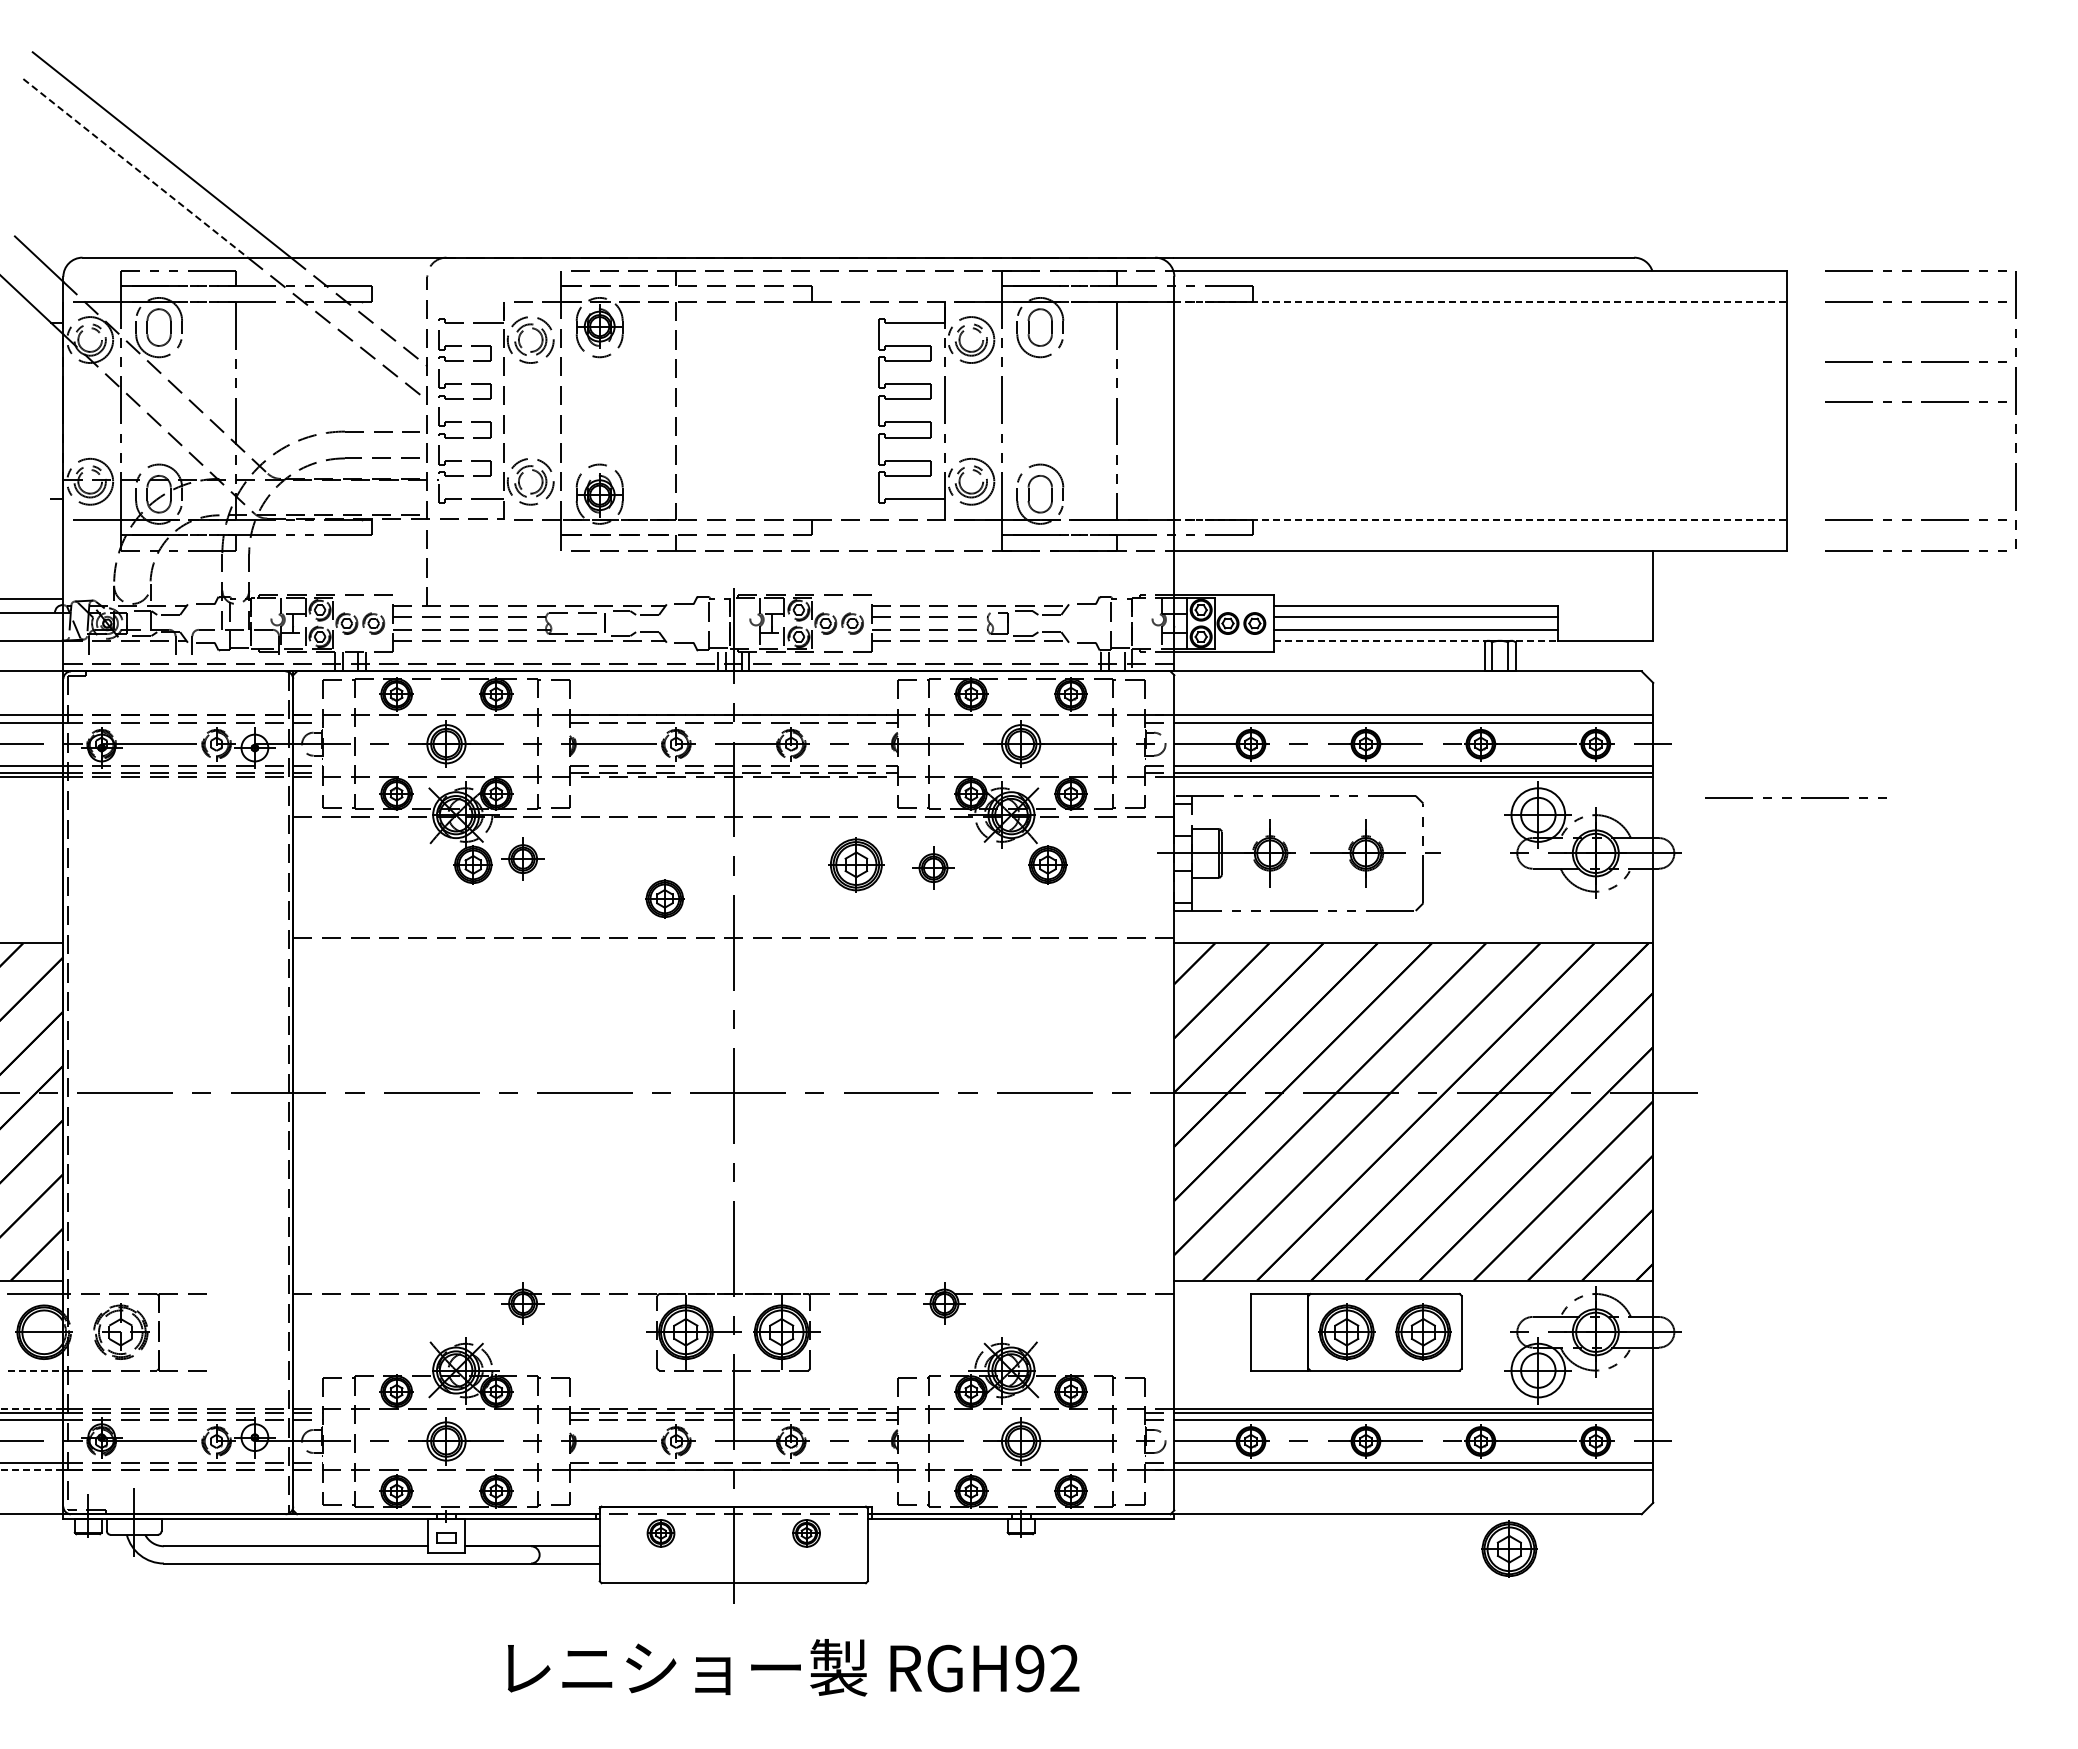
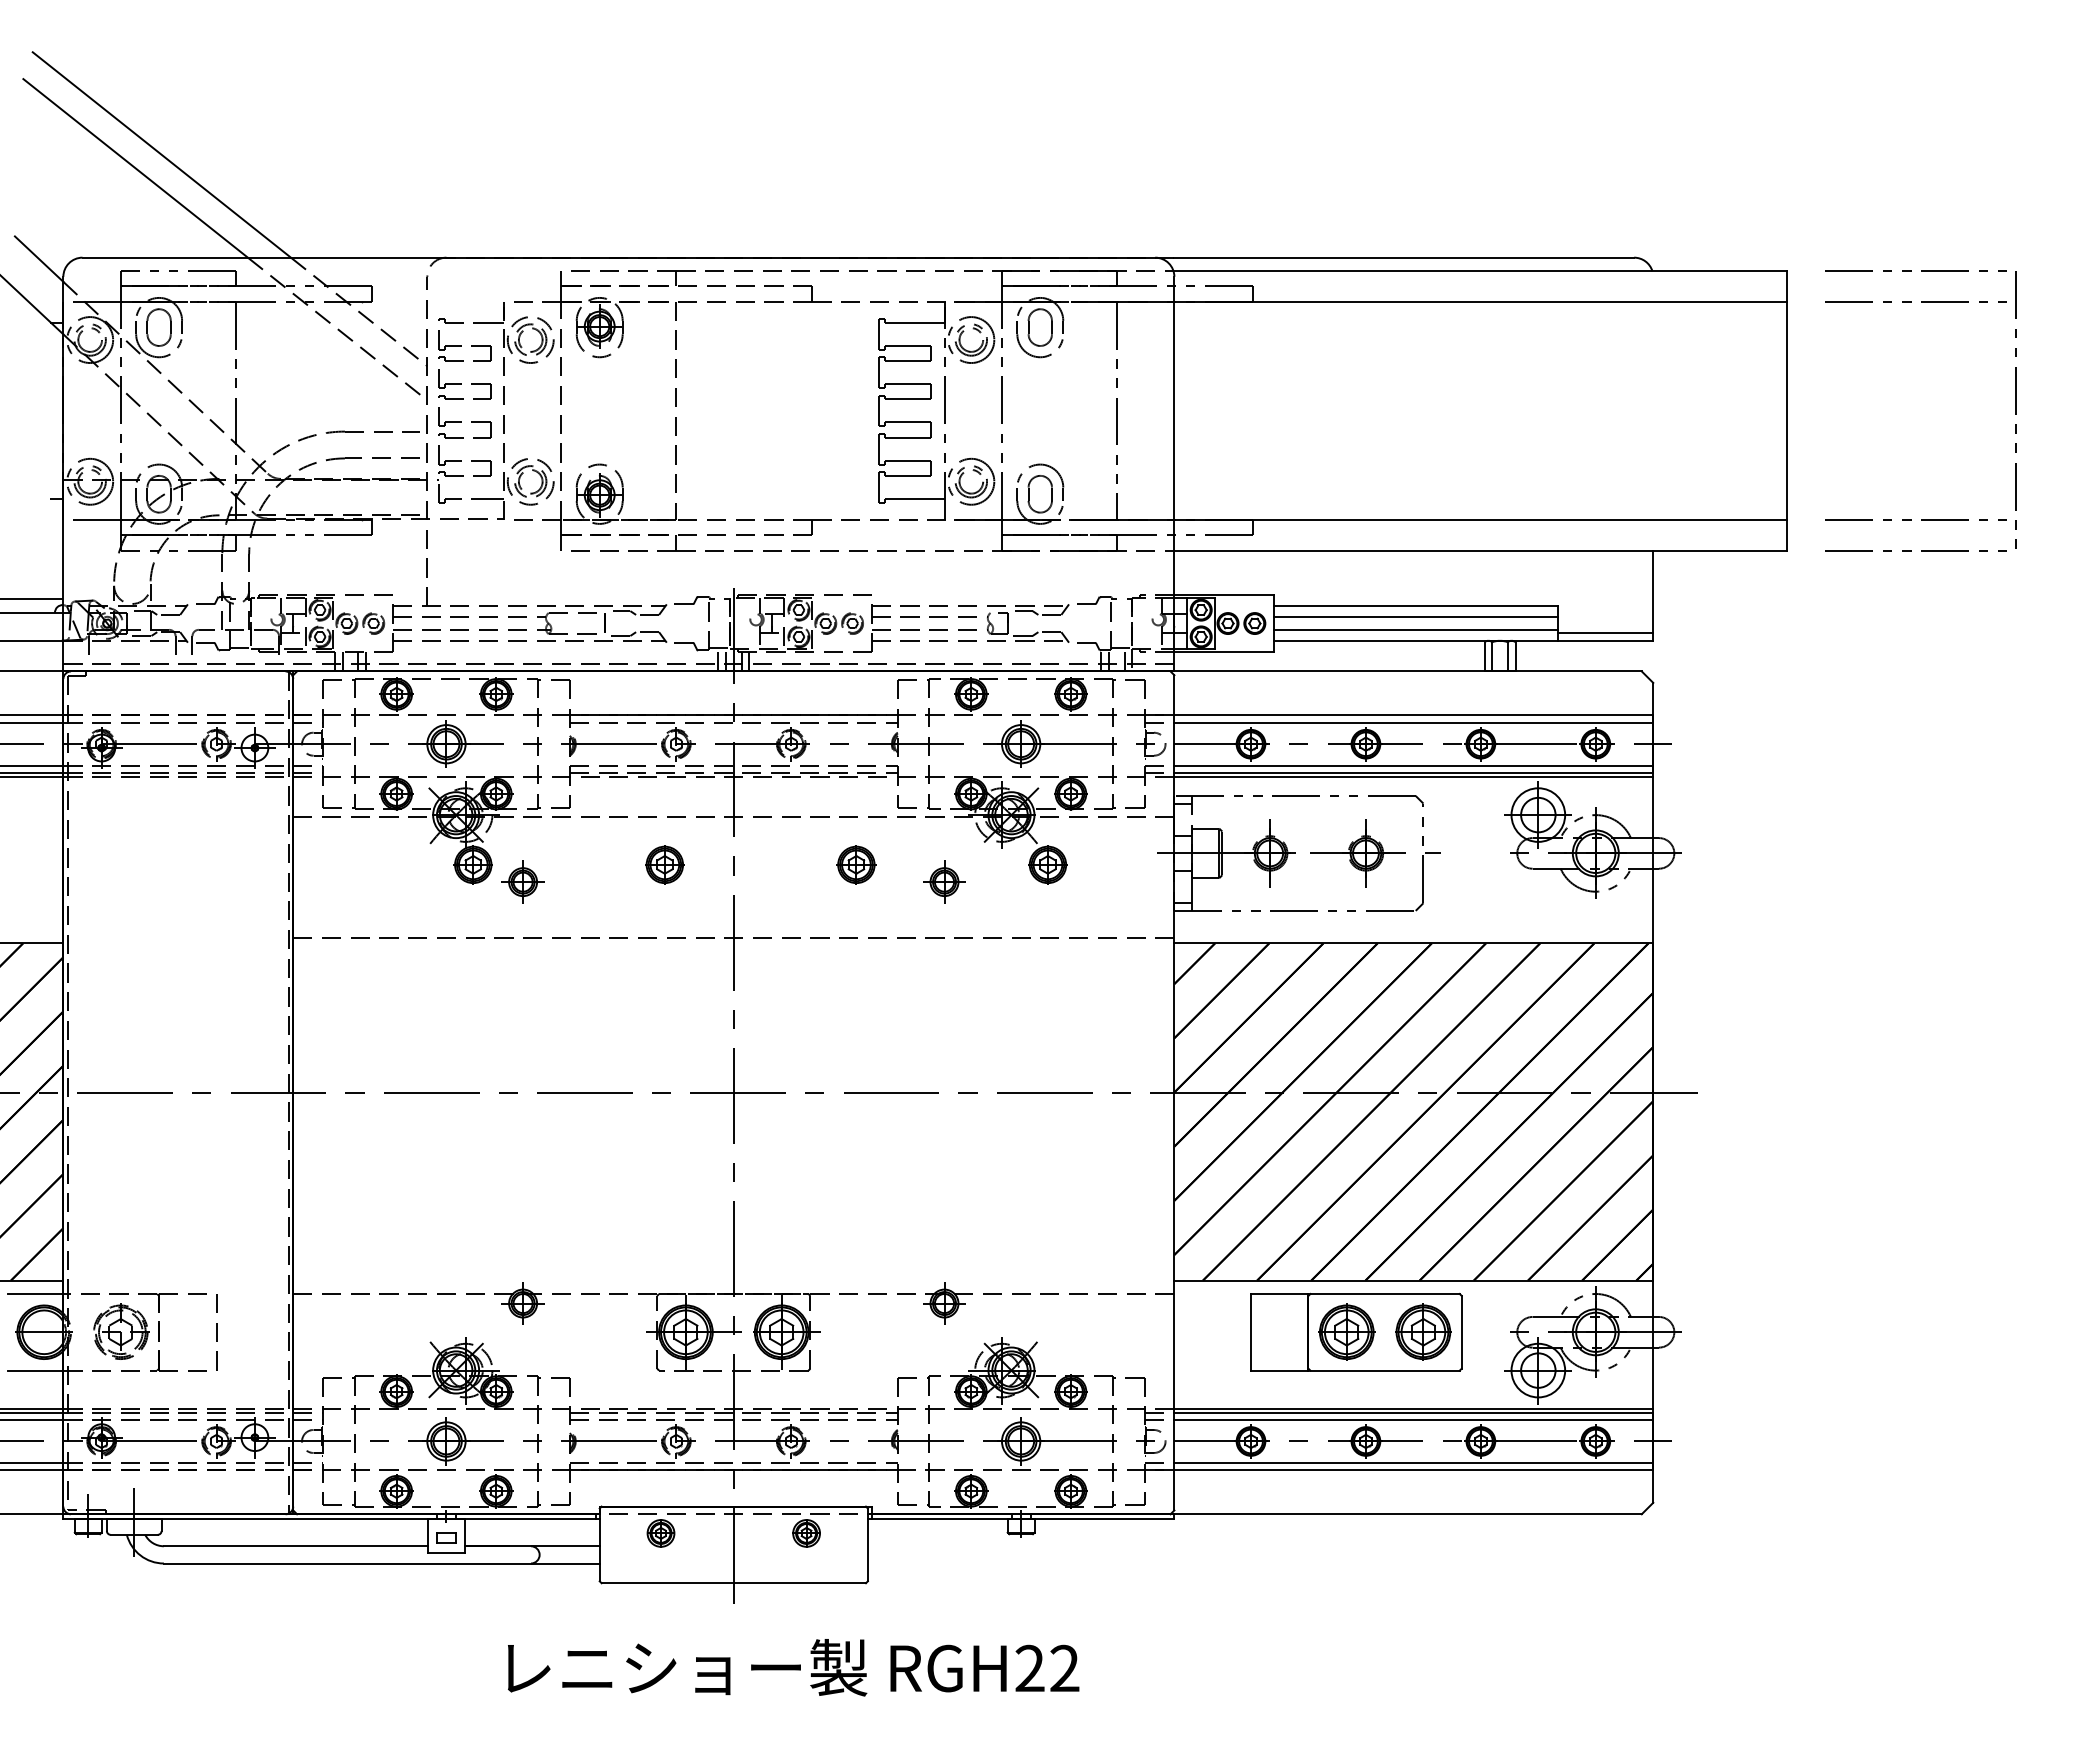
line at (136, 168): dashed -> solid
line at (1481, 301): dashed -> solid
line at (1911, 361): present -> none
line at (1911, 401): present -> none
line at (1481, 520): dashed -> solid
line at (1605, 633): none -> present
line at (1415, 640): dashed -> solid
line at (1791, 797): present -> none
part at (522, 858) position: (522, 858) -> (522, 881)
part at (856, 864) size: 57x56 px -> 41x40 px
part at (933, 867) position: (933, 867) -> (944, 881)
part at (664, 898) position: (664, 898) -> (664, 864)
line at (216, 1332): none -> present
line at (35, 1370): dashed -> solid
line at (31, 1408): dashed -> solid
line at (32, 1470): dashed -> solid
part at (1509, 1548): present -> none
text at (1029, 1668): RGH92 -> RGH22
